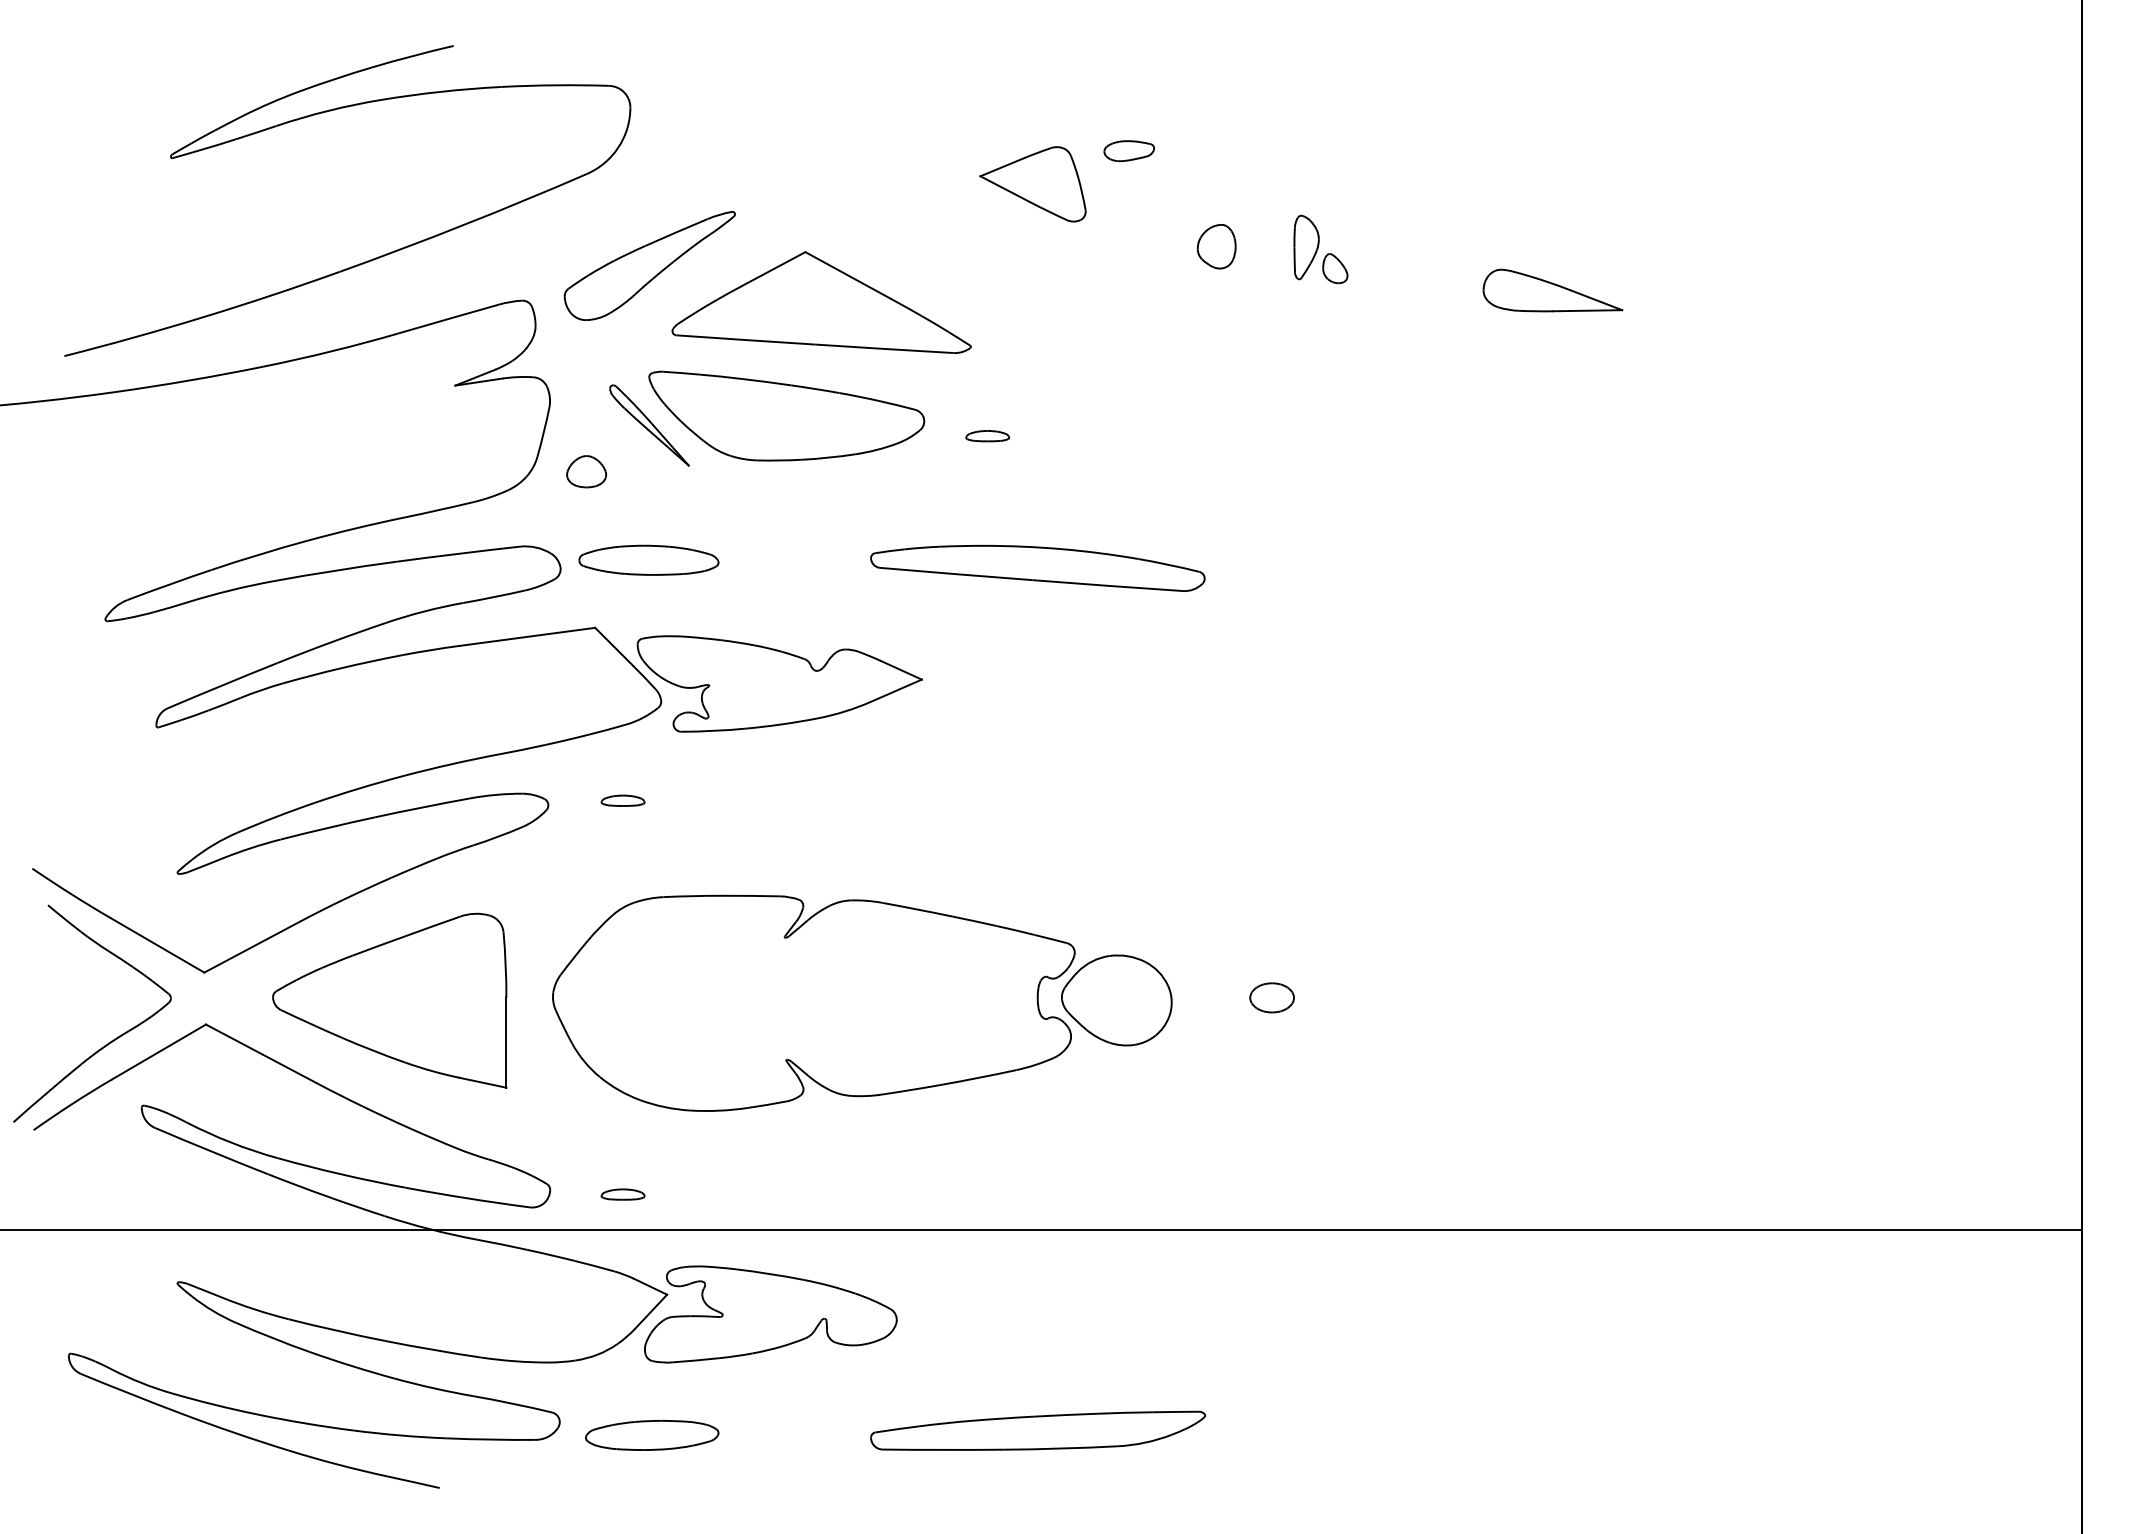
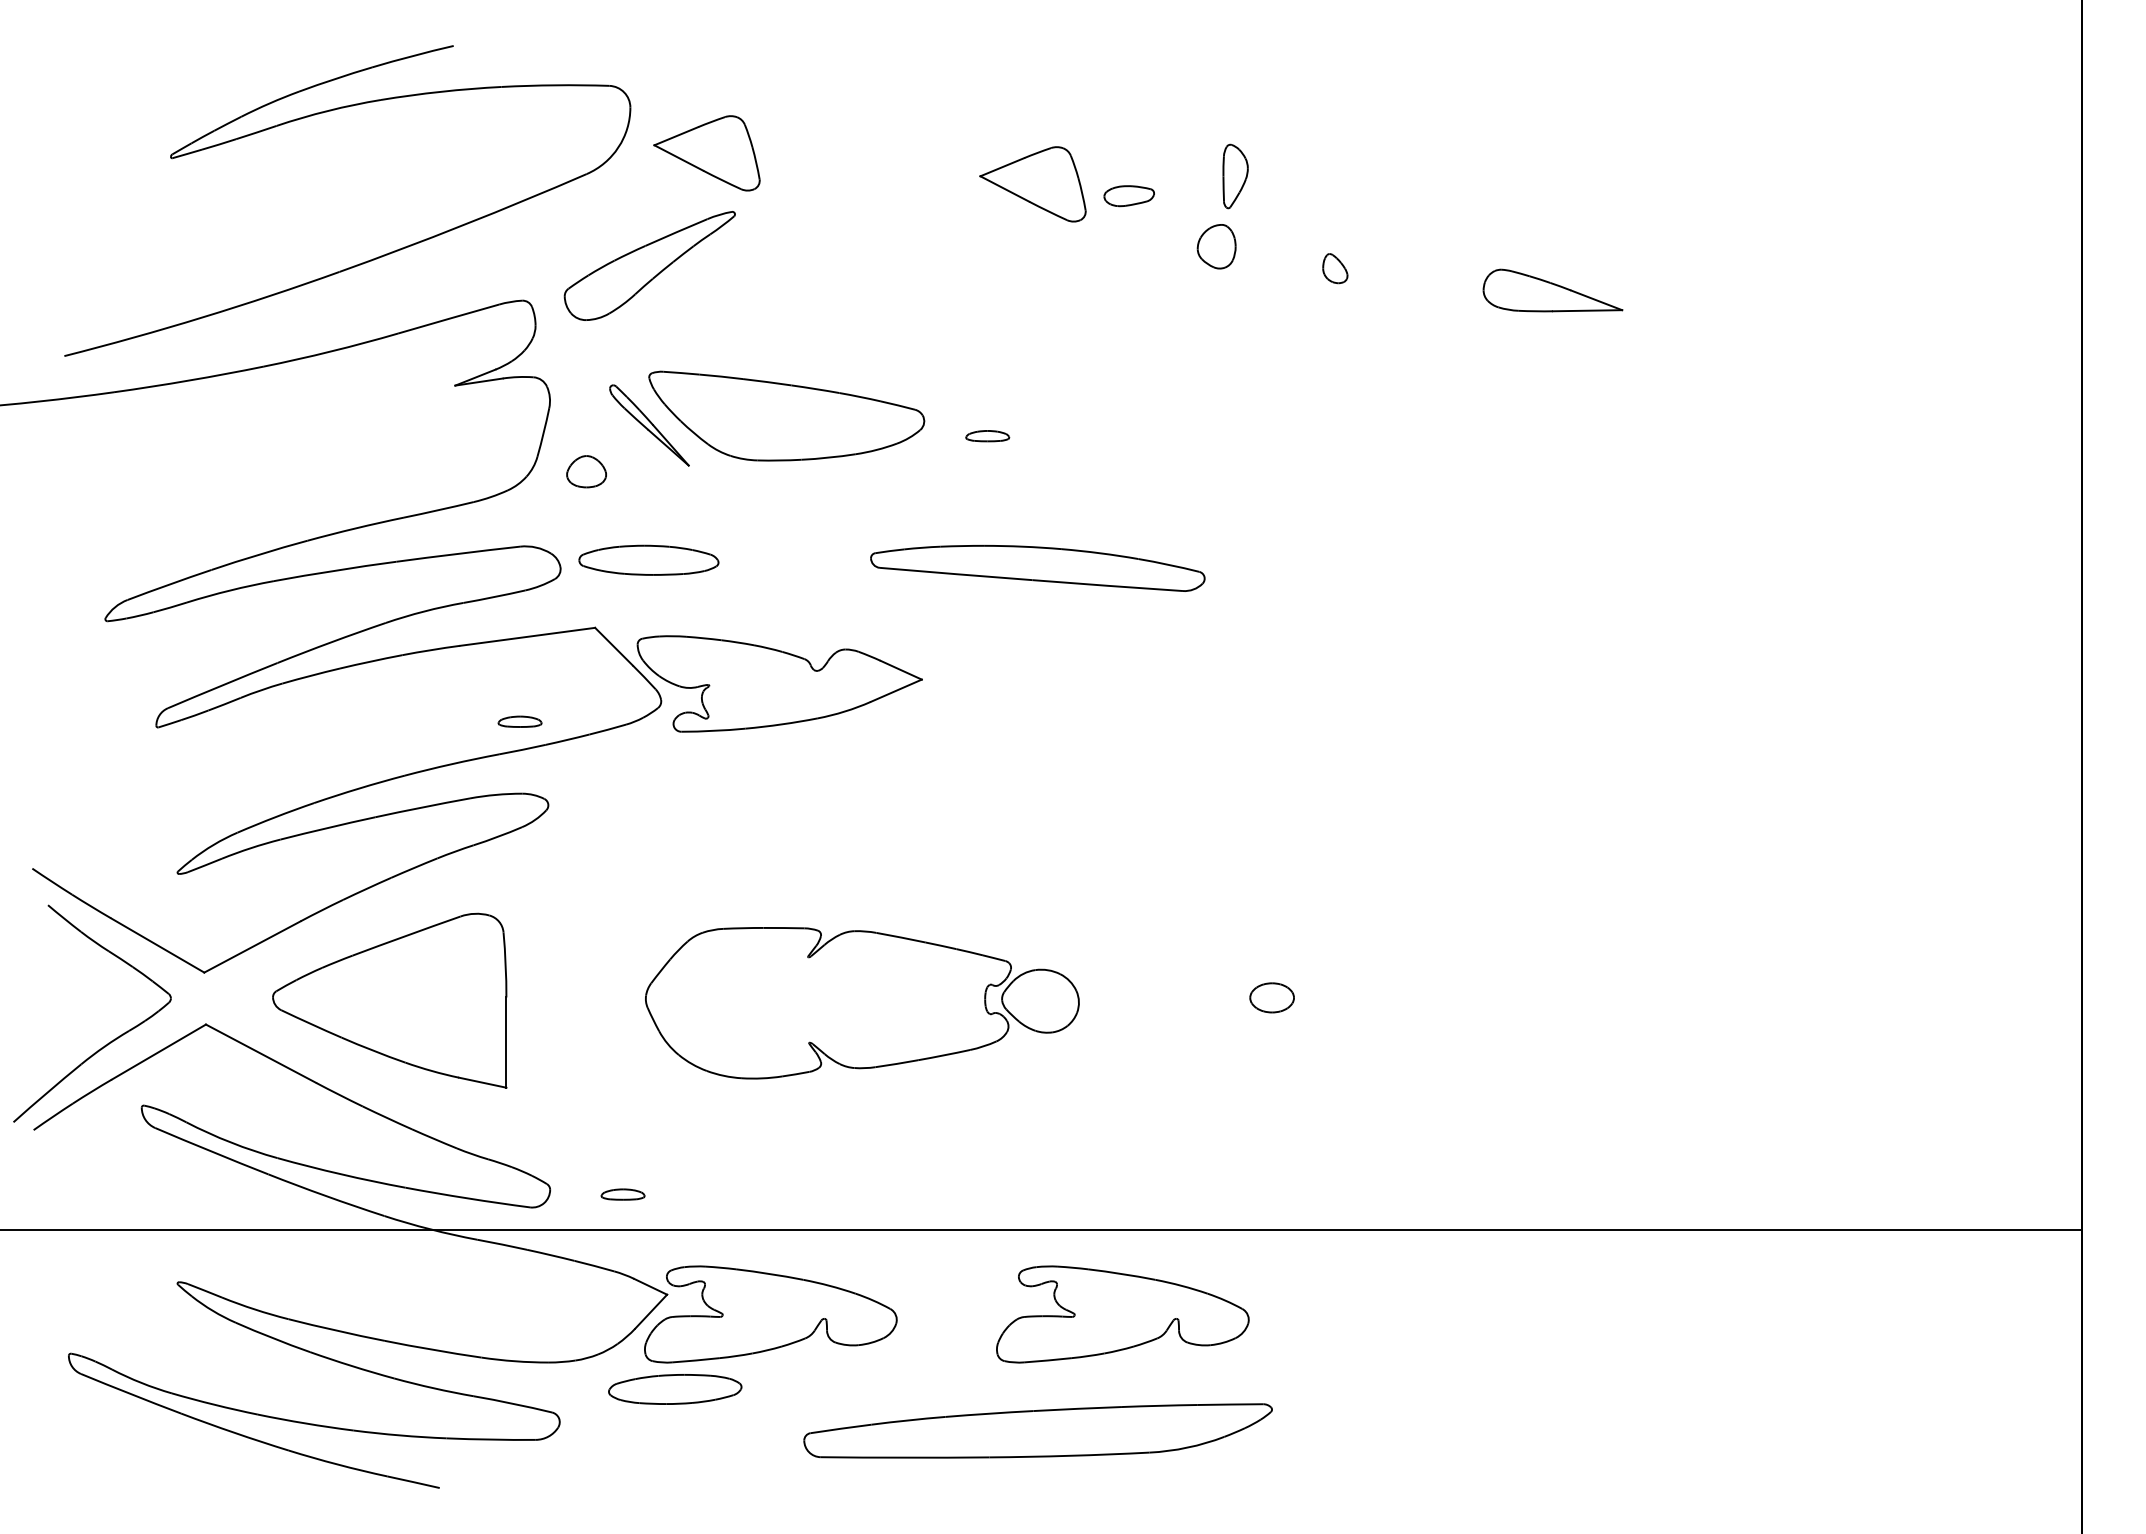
part at (1128, 151) position: (1128, 151) -> (1128, 196)
part at (706, 153): none -> present
part at (1306, 247) position: (1306, 247) -> (1235, 176)
part at (821, 302): present -> none
part at (622, 800) position: (622, 800) -> (519, 721)
part at (862, 1002) size: 621x218 px -> 435x153 px
part at (1122, 1314): none -> present
part at (1037, 1430) size: 336x41 px -> 470x56 px
part at (652, 1435) position: (652, 1435) -> (675, 1389)
